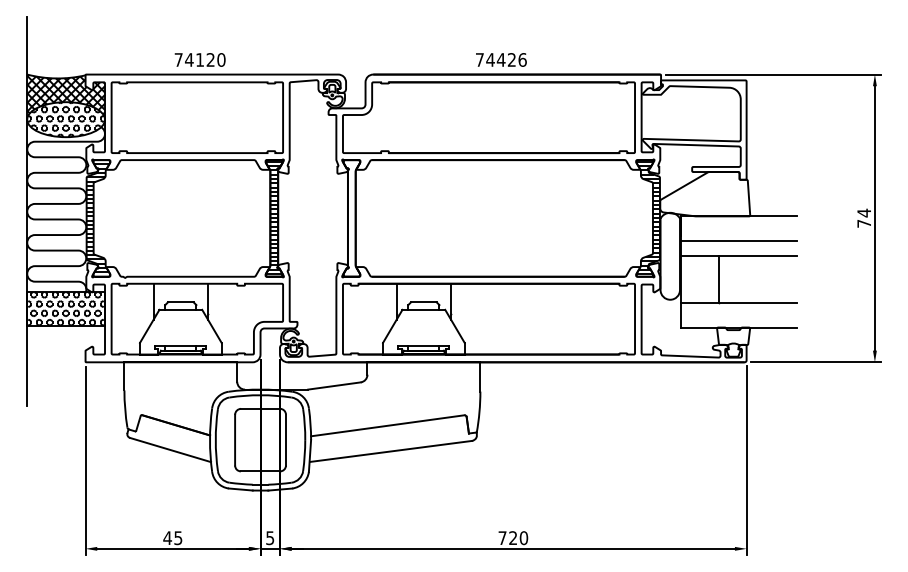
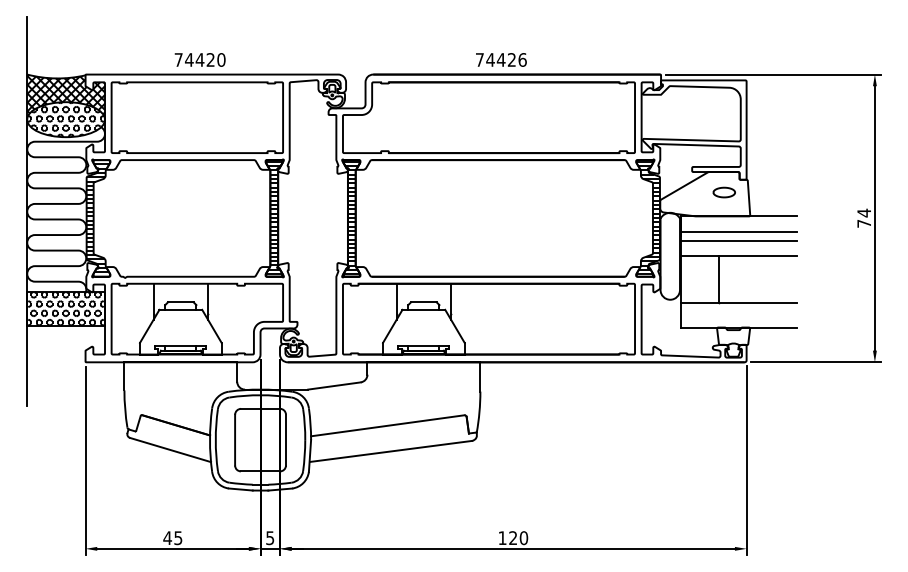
text at (199, 59): 74120 -> 74420
part at (723, 192): none -> present
hatch at (351, 217): none -> present
line at (738, 231): none -> present
text at (502, 537): 720 -> 120
